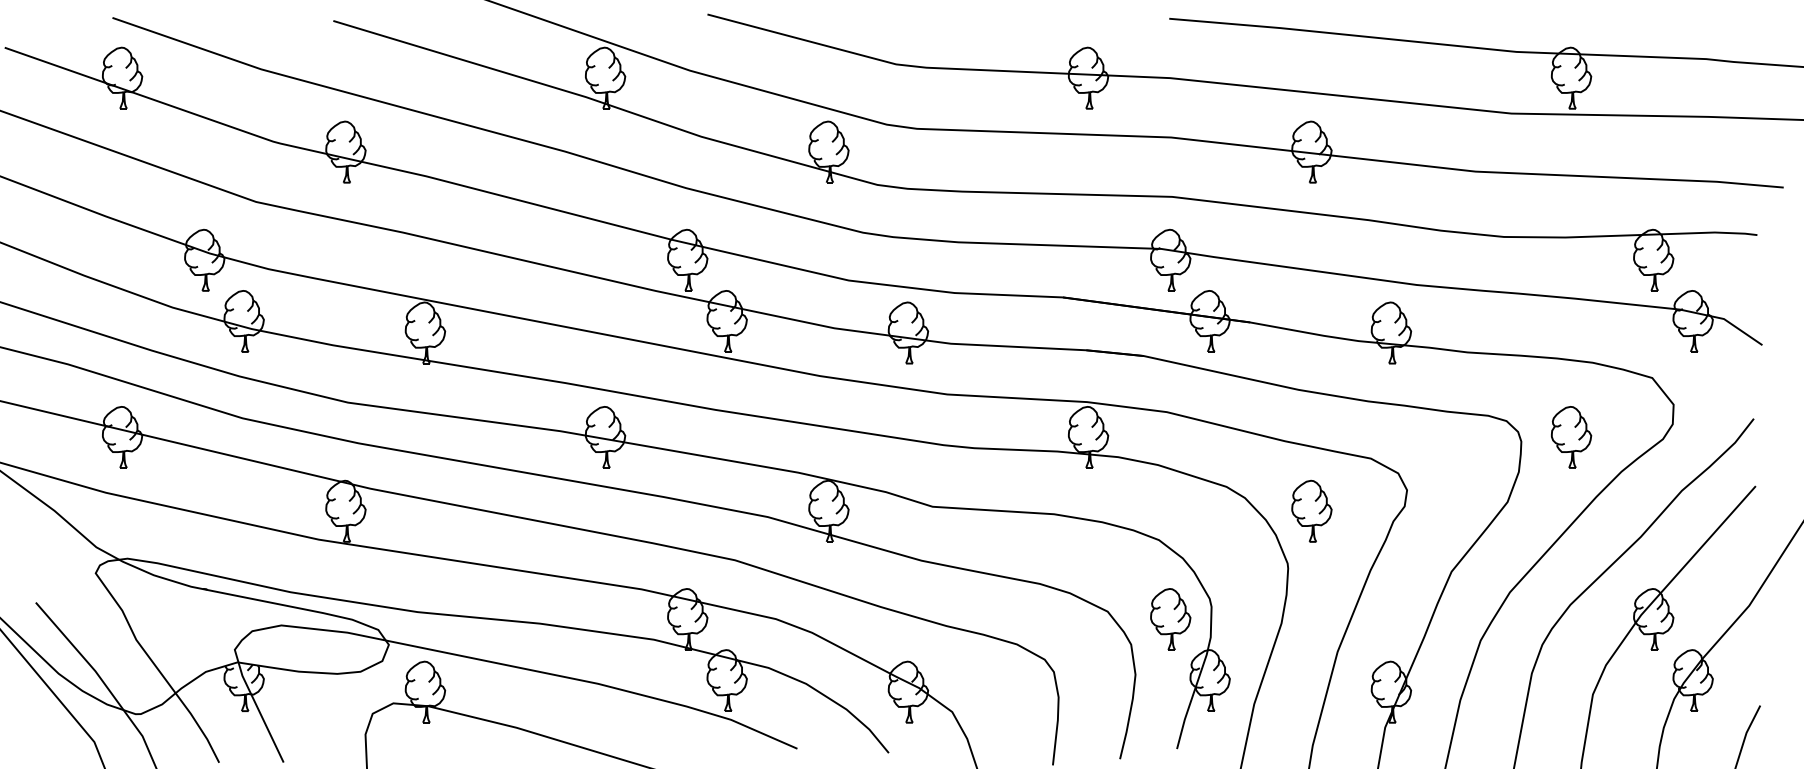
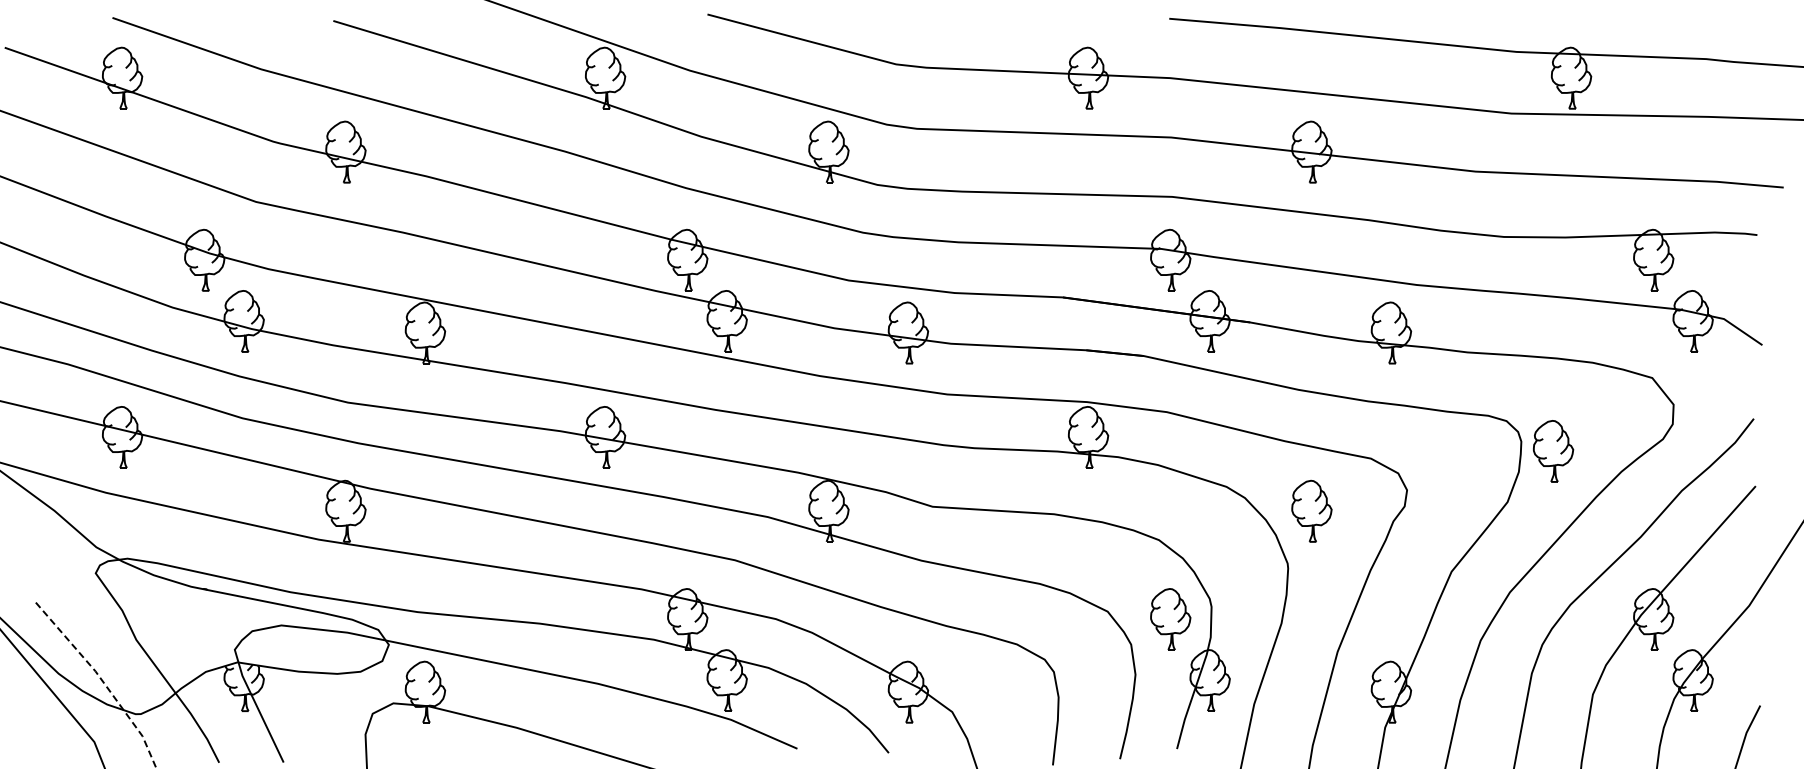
part at (1571, 437) position: (1571, 437) -> (1553, 451)
line at (103, 681): solid -> dashed
